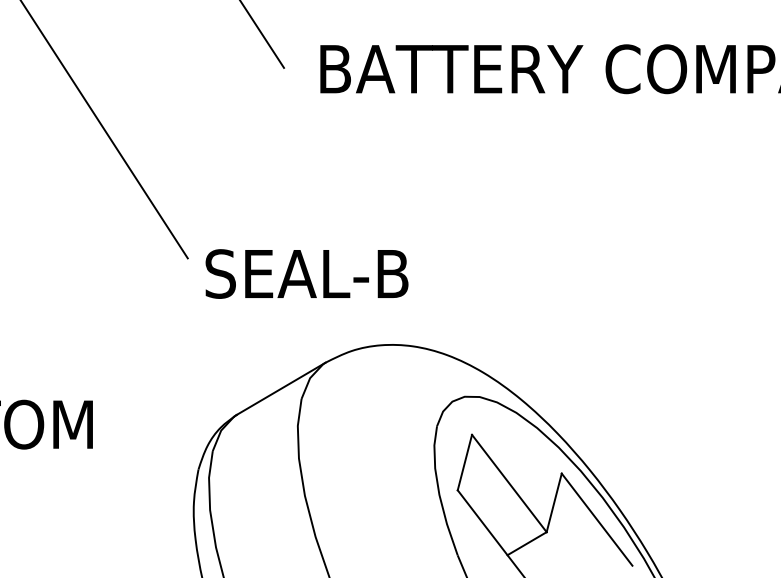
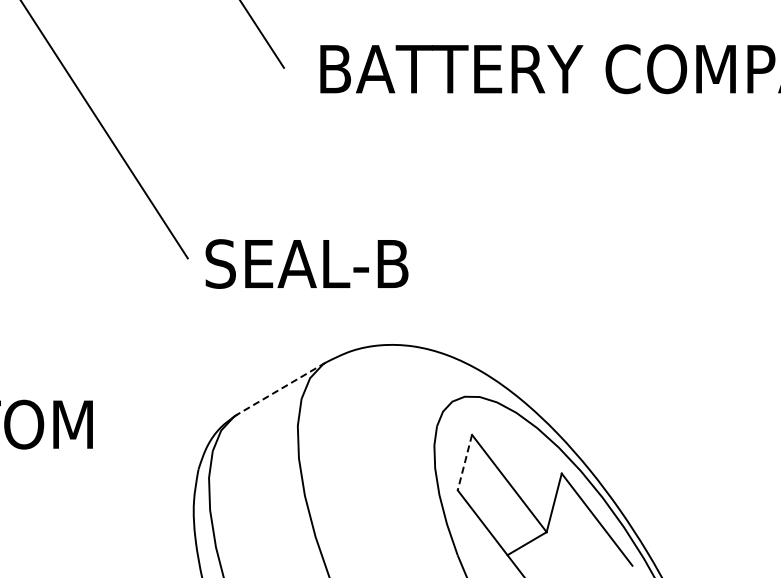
text at (306, 273) position: (306, 273) -> (306, 263)
line at (280, 389): solid -> dashed
line at (464, 462): solid -> dashed
